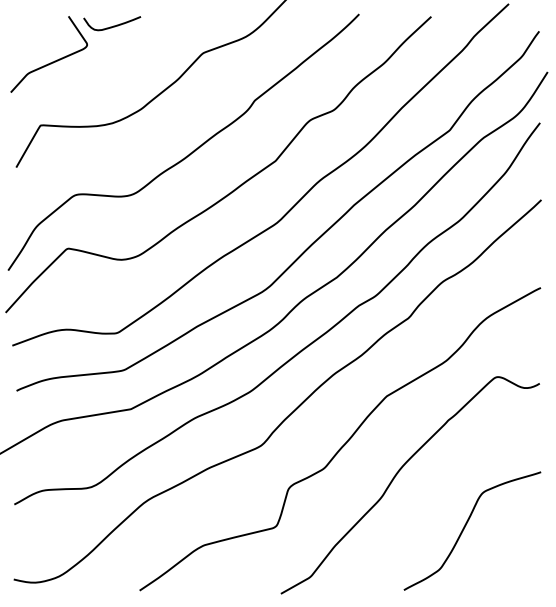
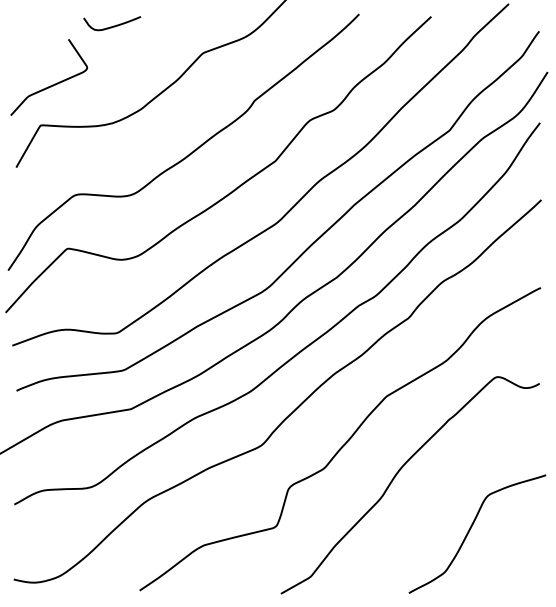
curve at (52, 61) position: (52, 61) -> (52, 84)
curve at (465, 527) position: (465, 527) -> (470, 530)
